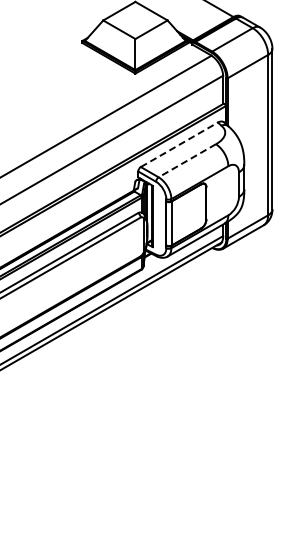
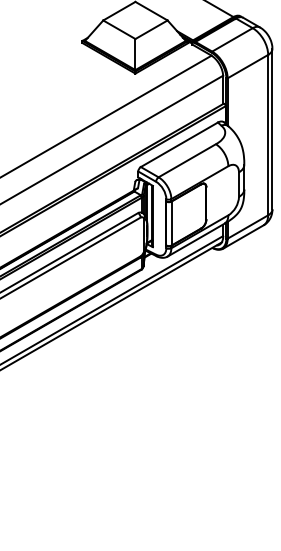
line at (179, 144): dashed -> solid
line at (186, 161): dashed -> solid
